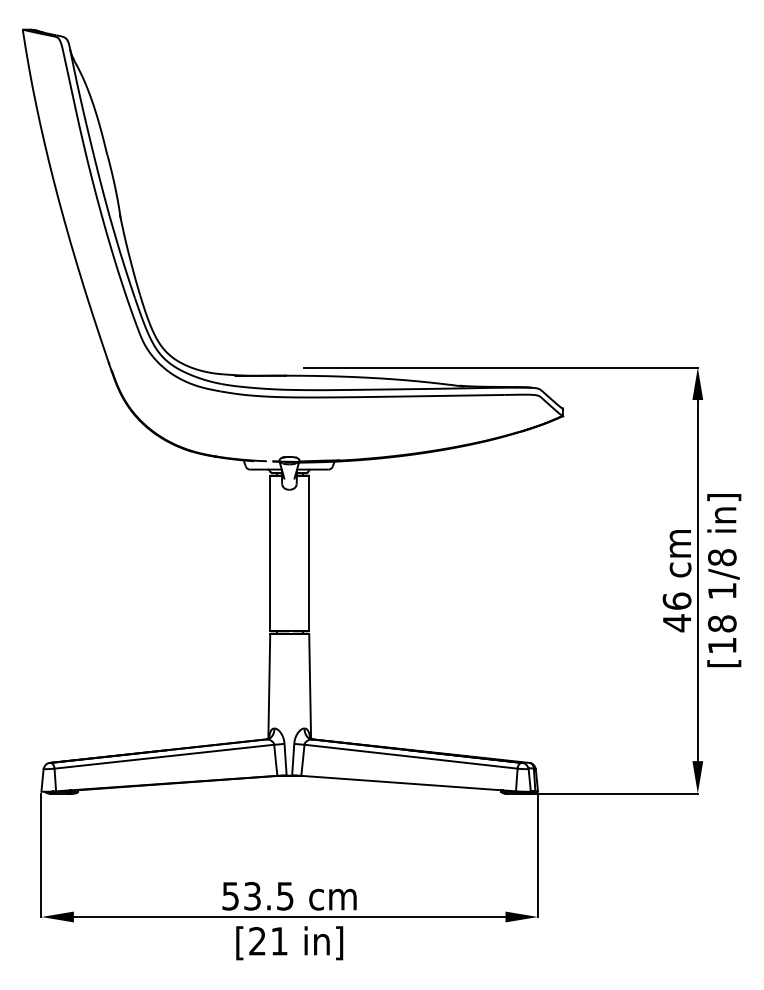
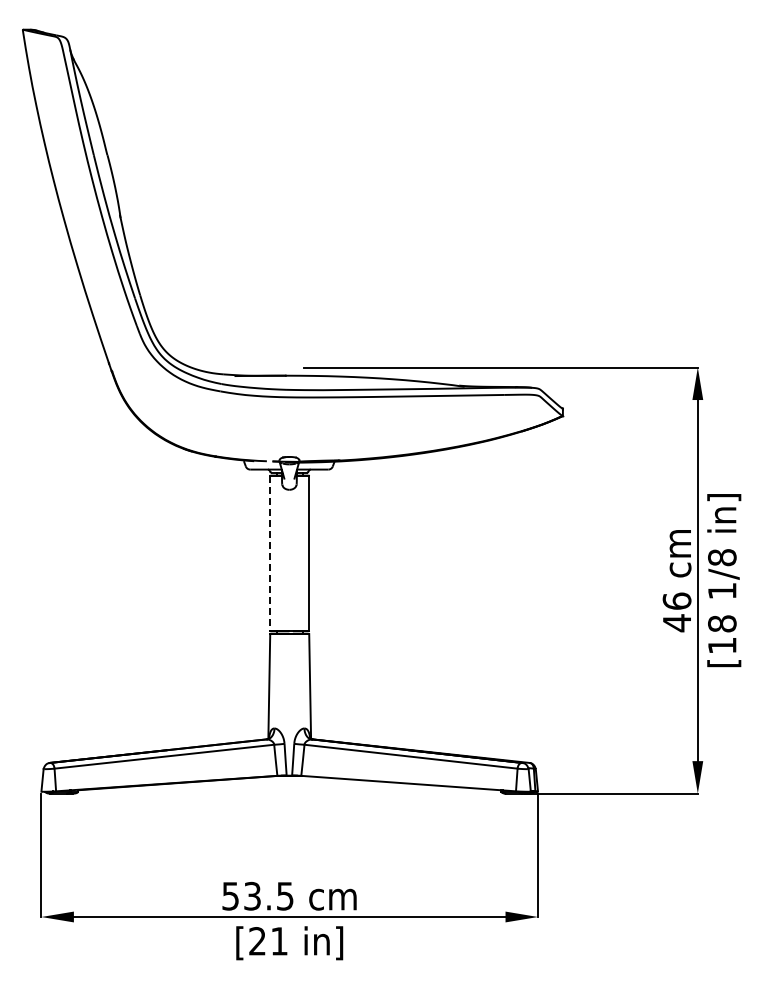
line at (270, 553): solid -> dashed
